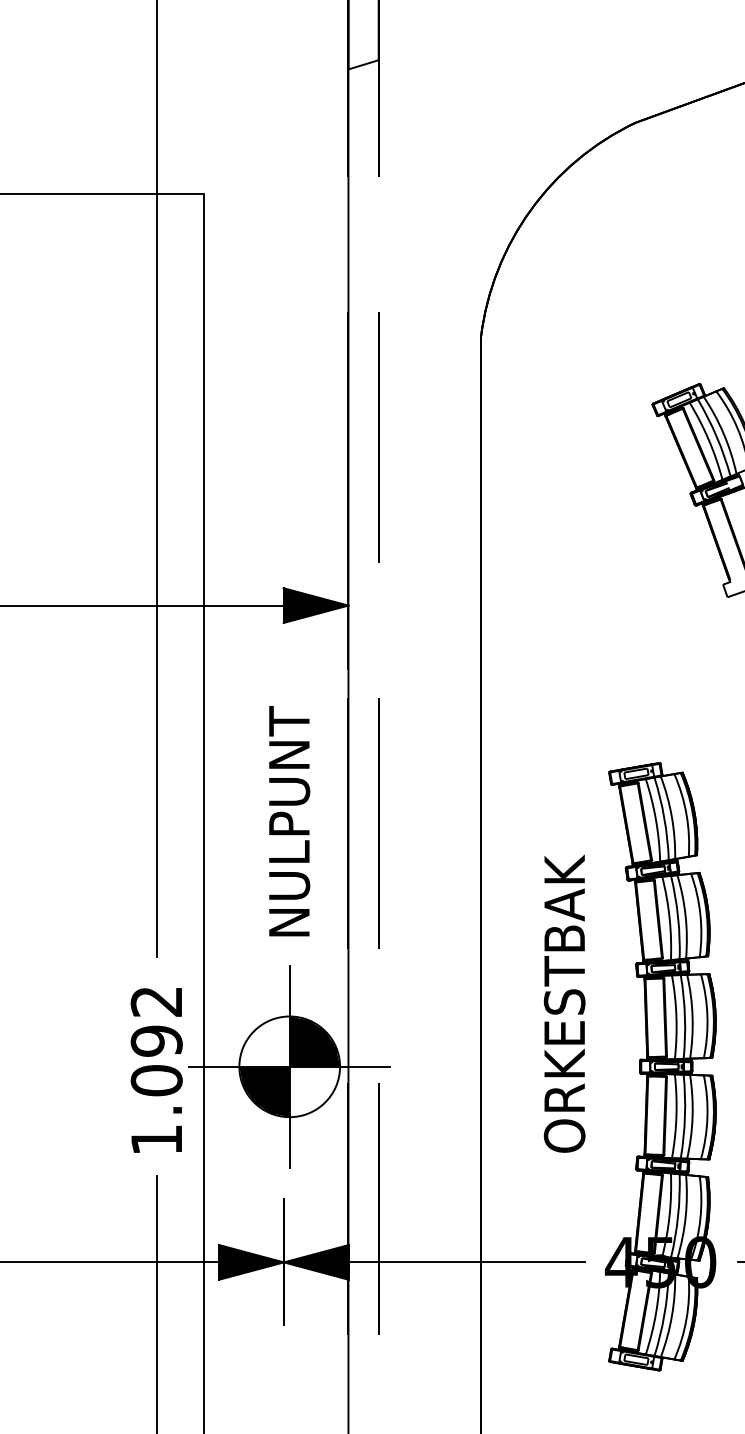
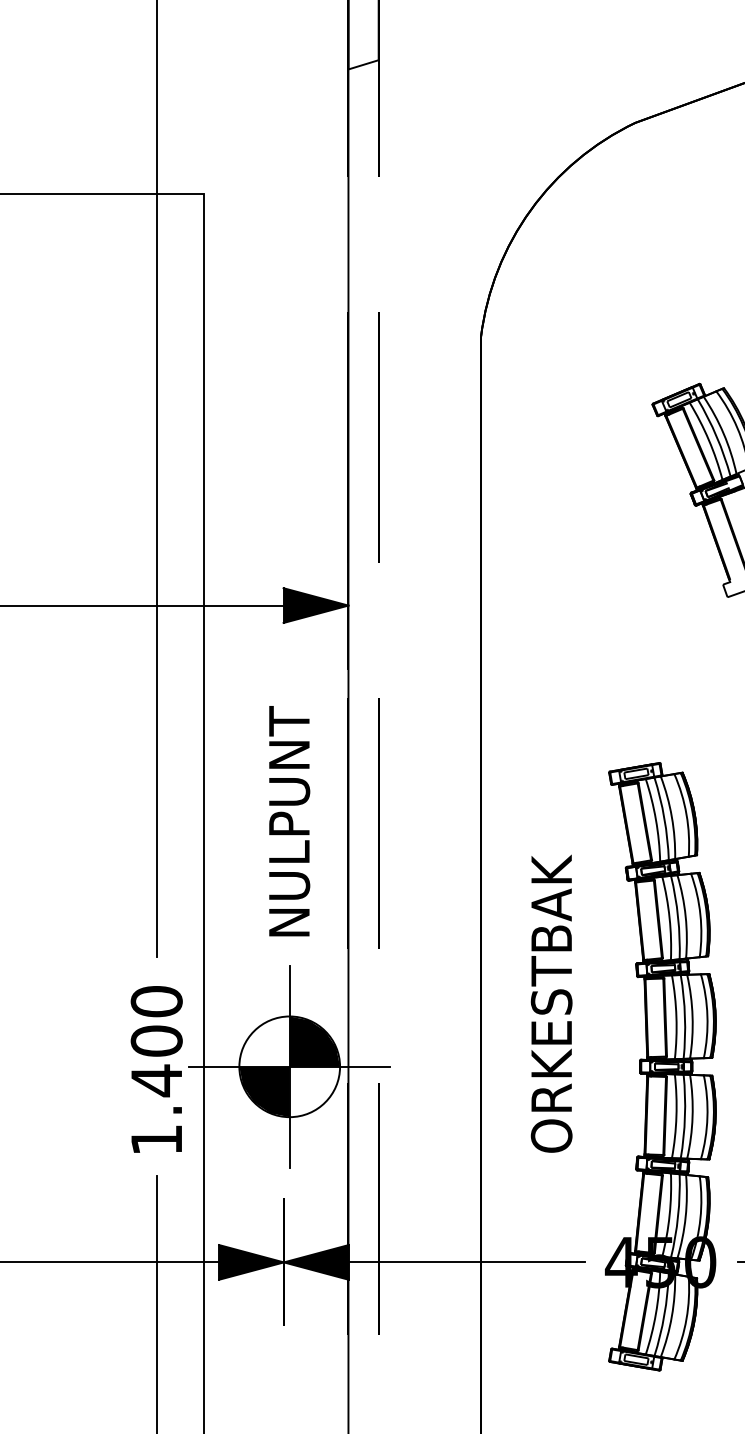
text at (564, 1003) position: (564, 1003) -> (551, 1003)
text at (156, 1041): 1.092 -> 1.400
